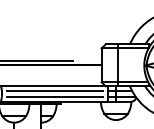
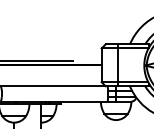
line at (54, 91): present -> none
line at (54, 96): present -> none
